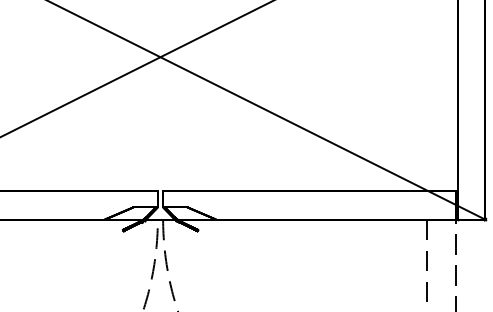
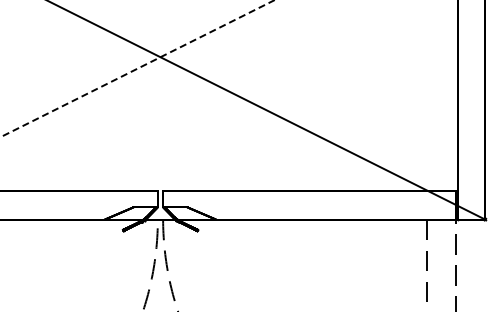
line at (137, 68): solid -> dashed
